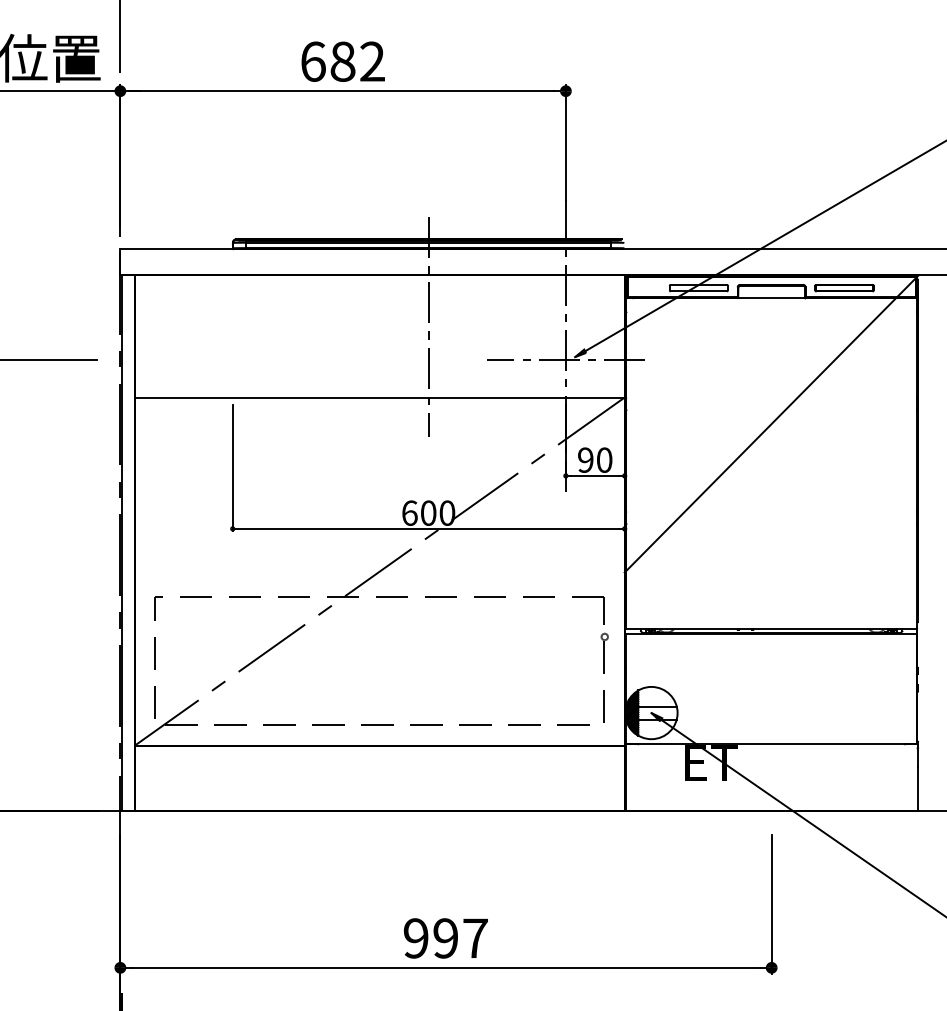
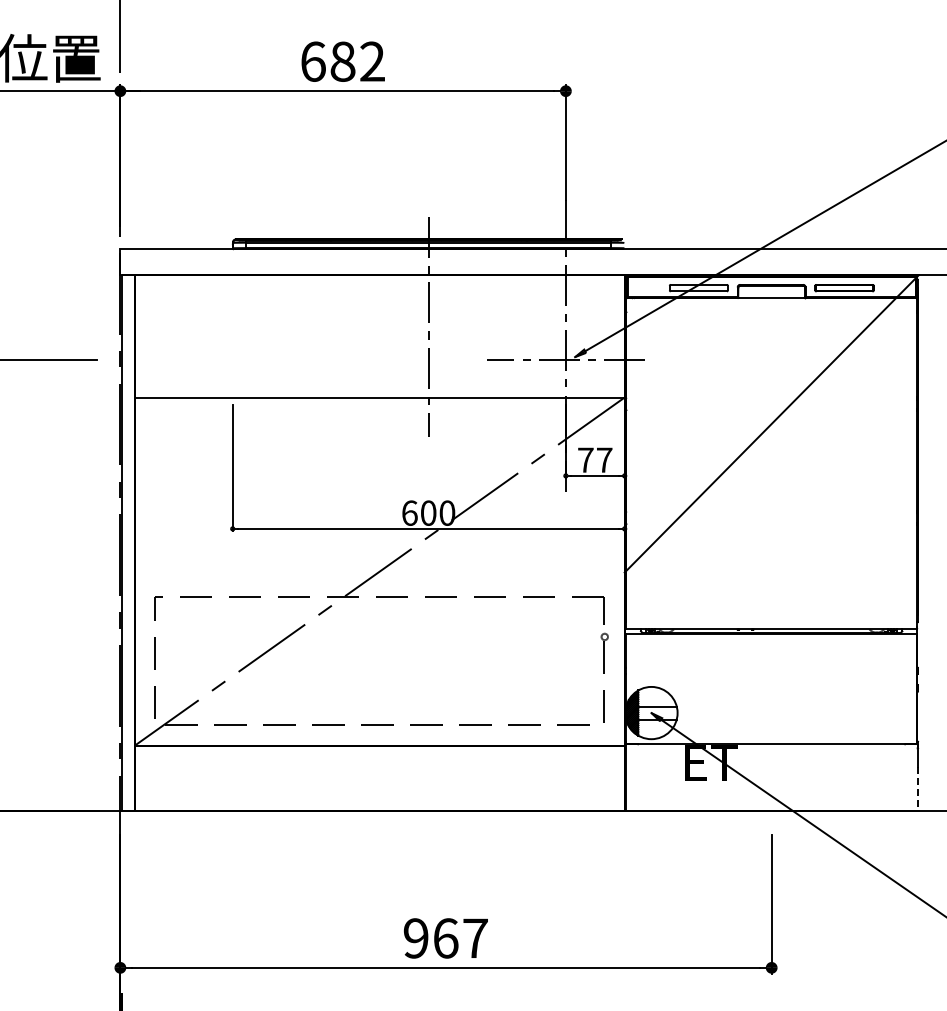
text at (595, 459): 90 -> 77
line at (917, 789): solid -> dashed
text at (445, 938): 997 -> 967
